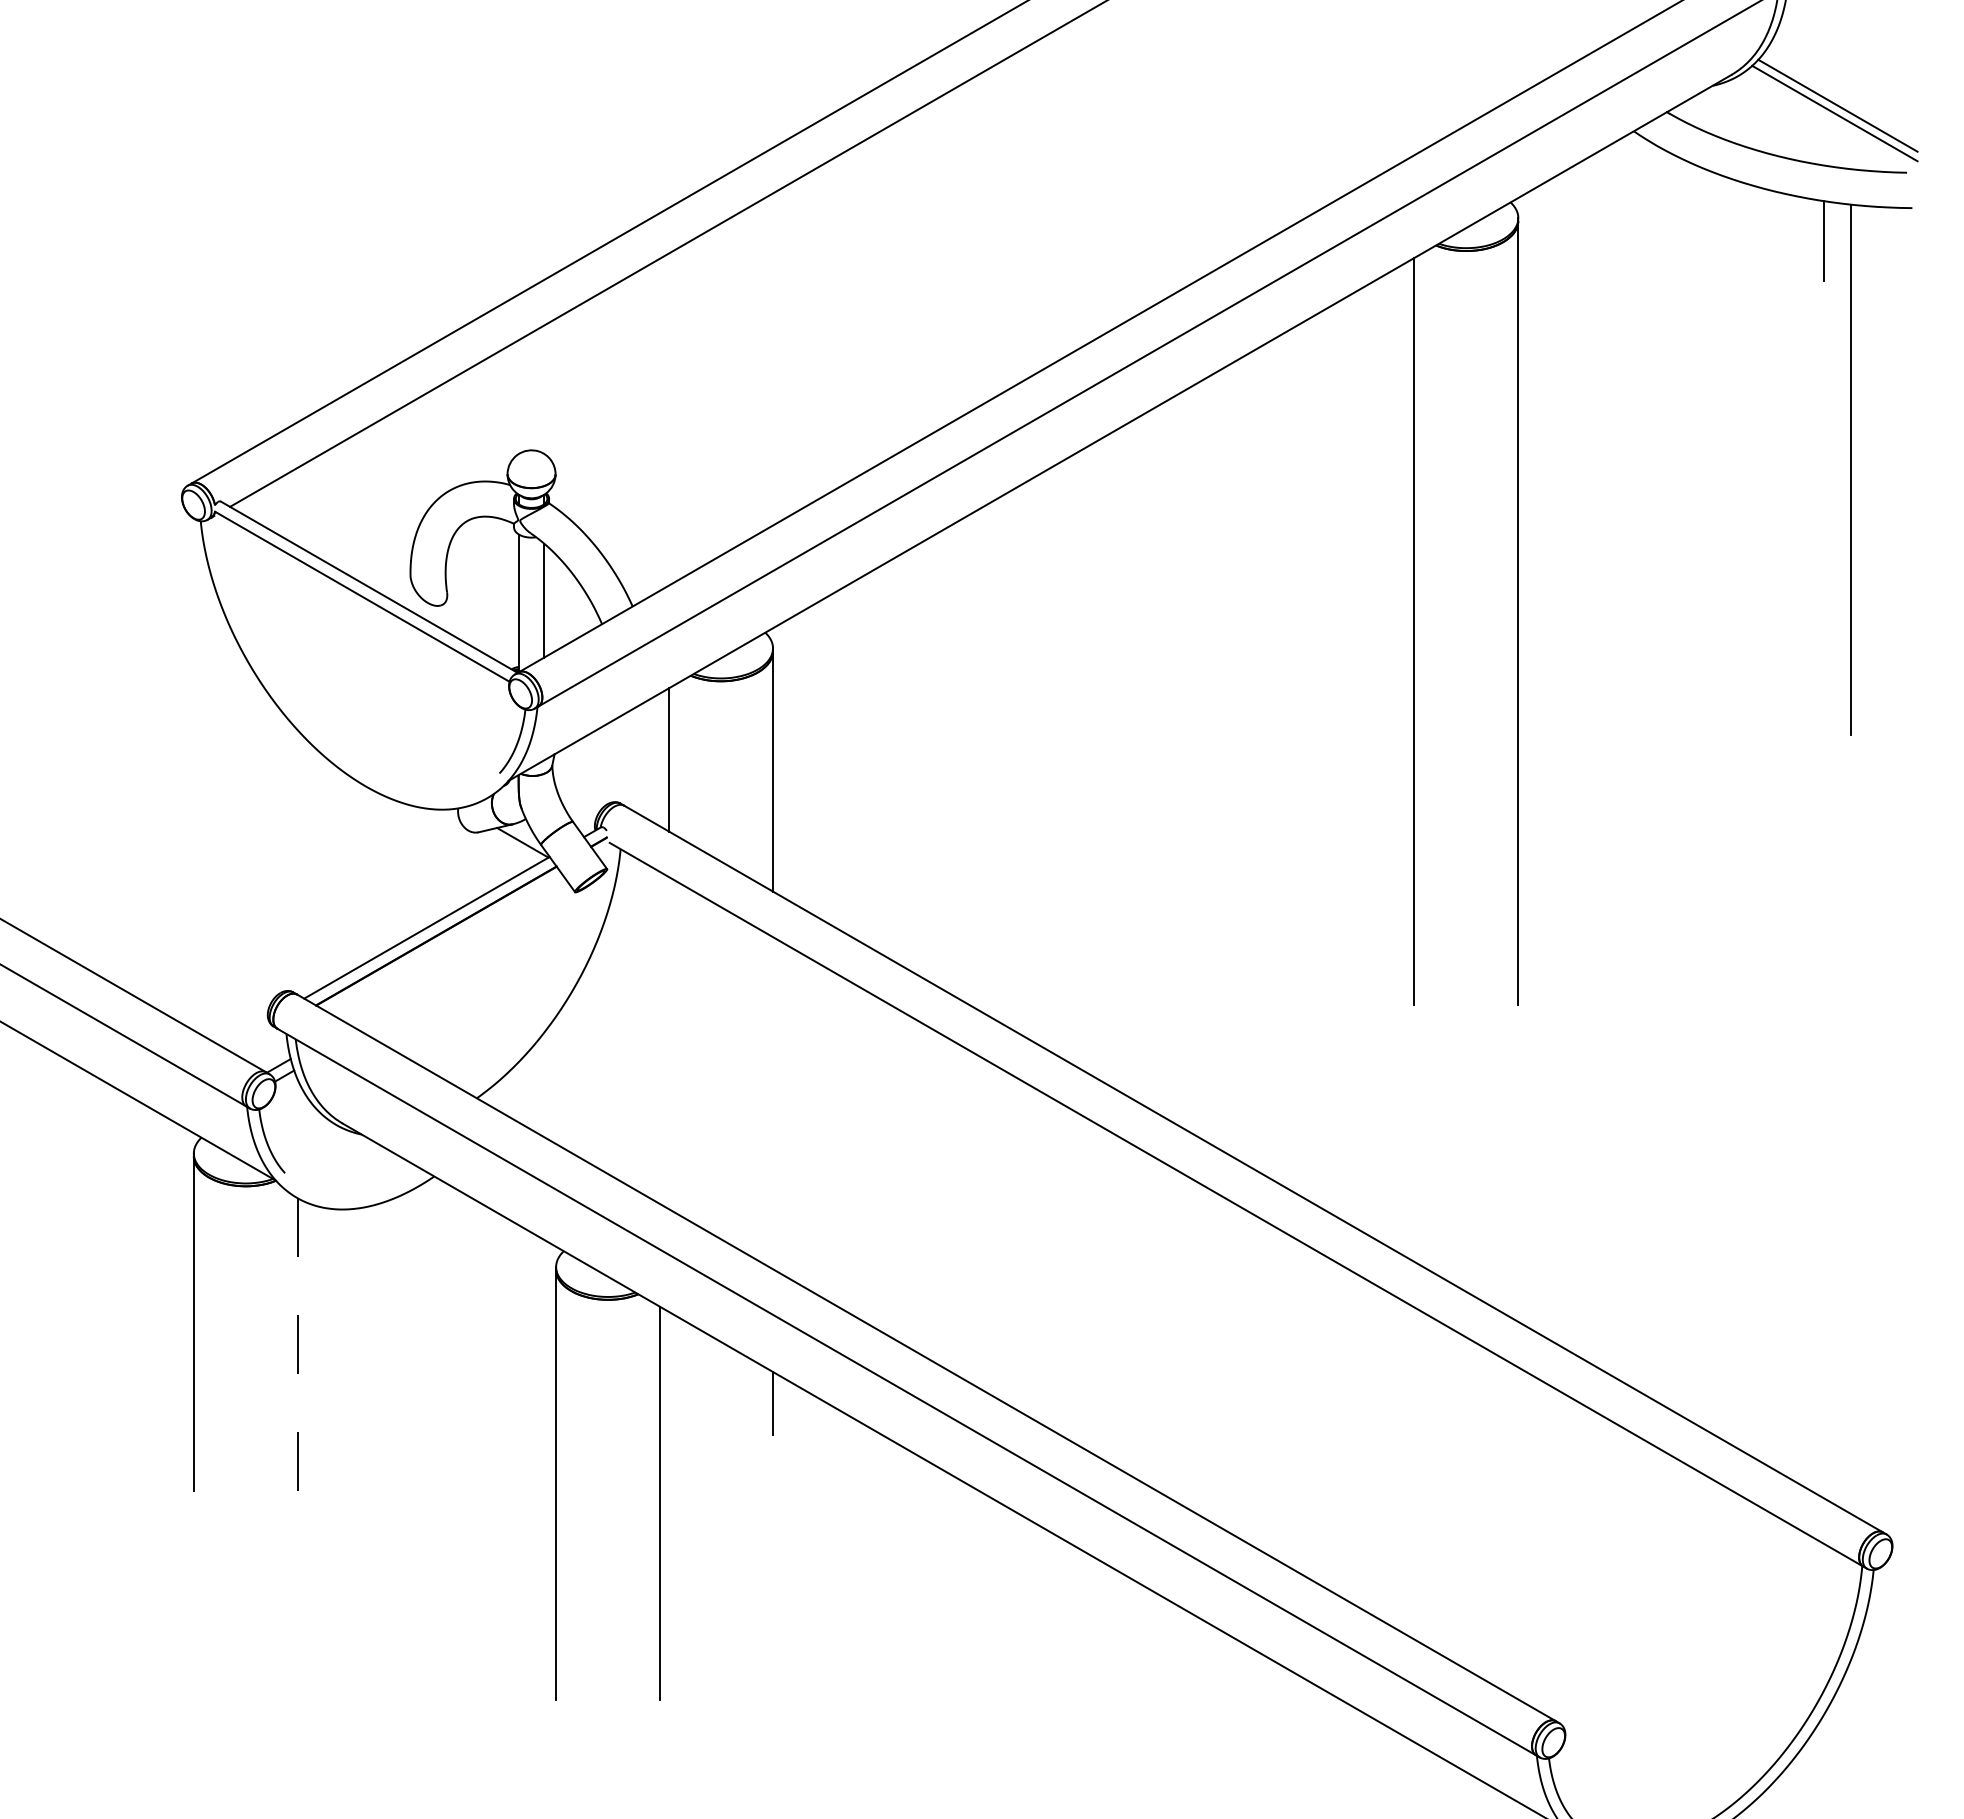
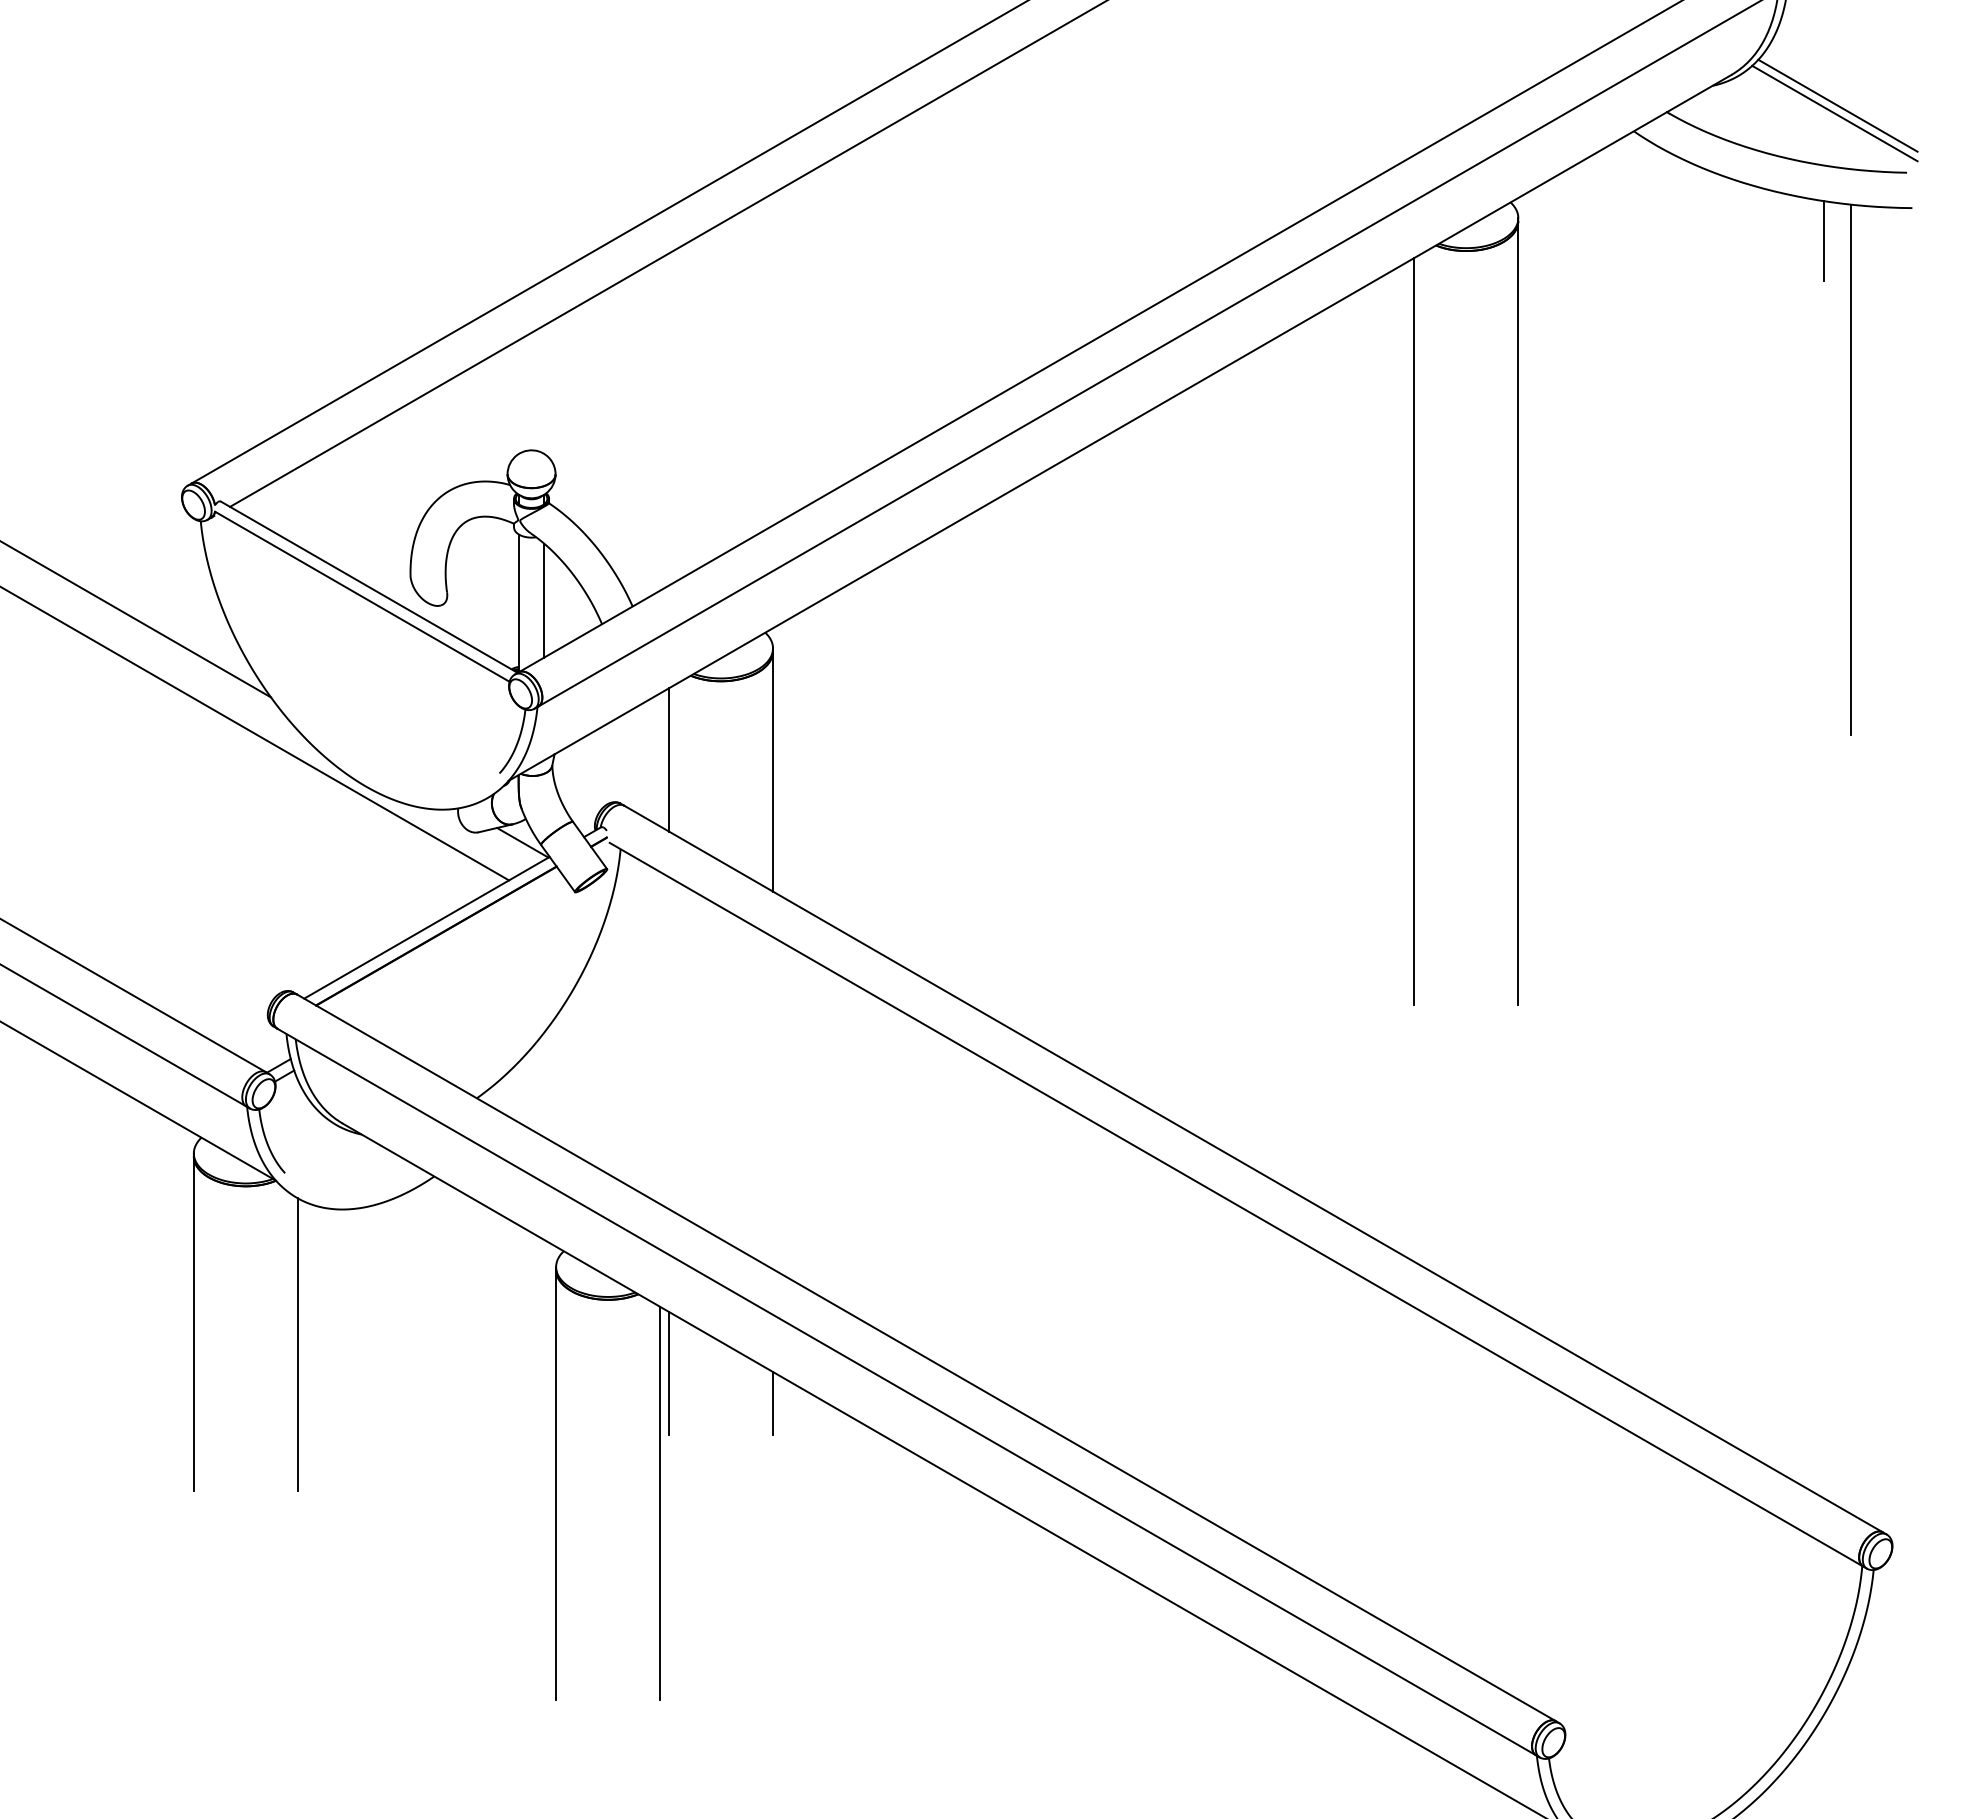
line at (136, 619): none -> present
line at (255, 733): none -> present
line at (297, 1344): dashed -> solid
line at (668, 1373): none -> present
